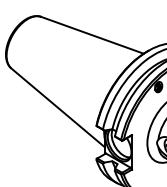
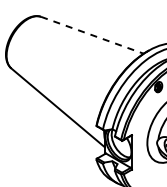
line at (92, 35): solid -> dashed
